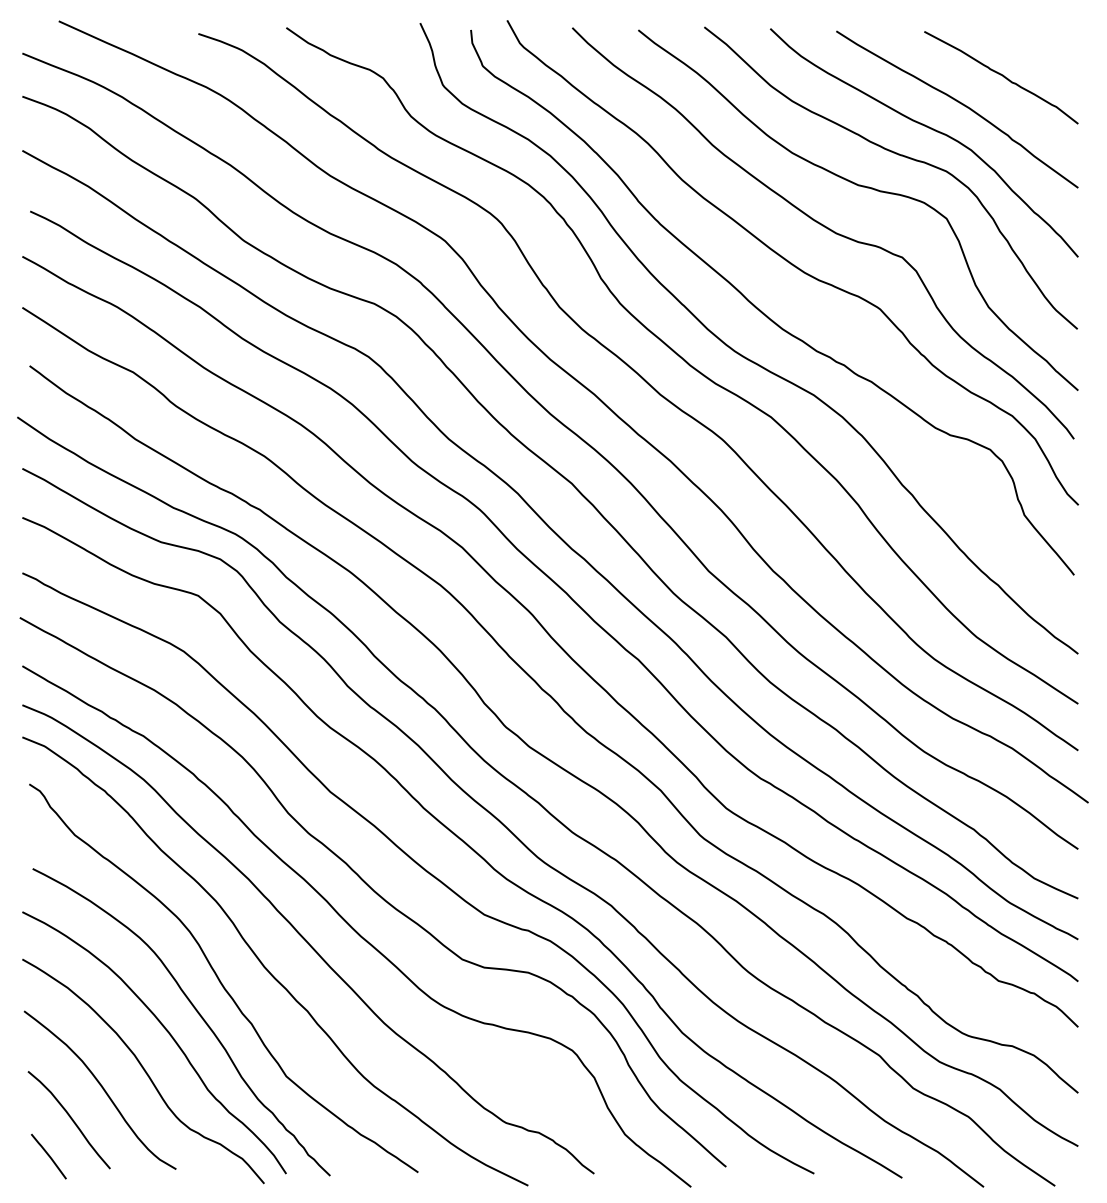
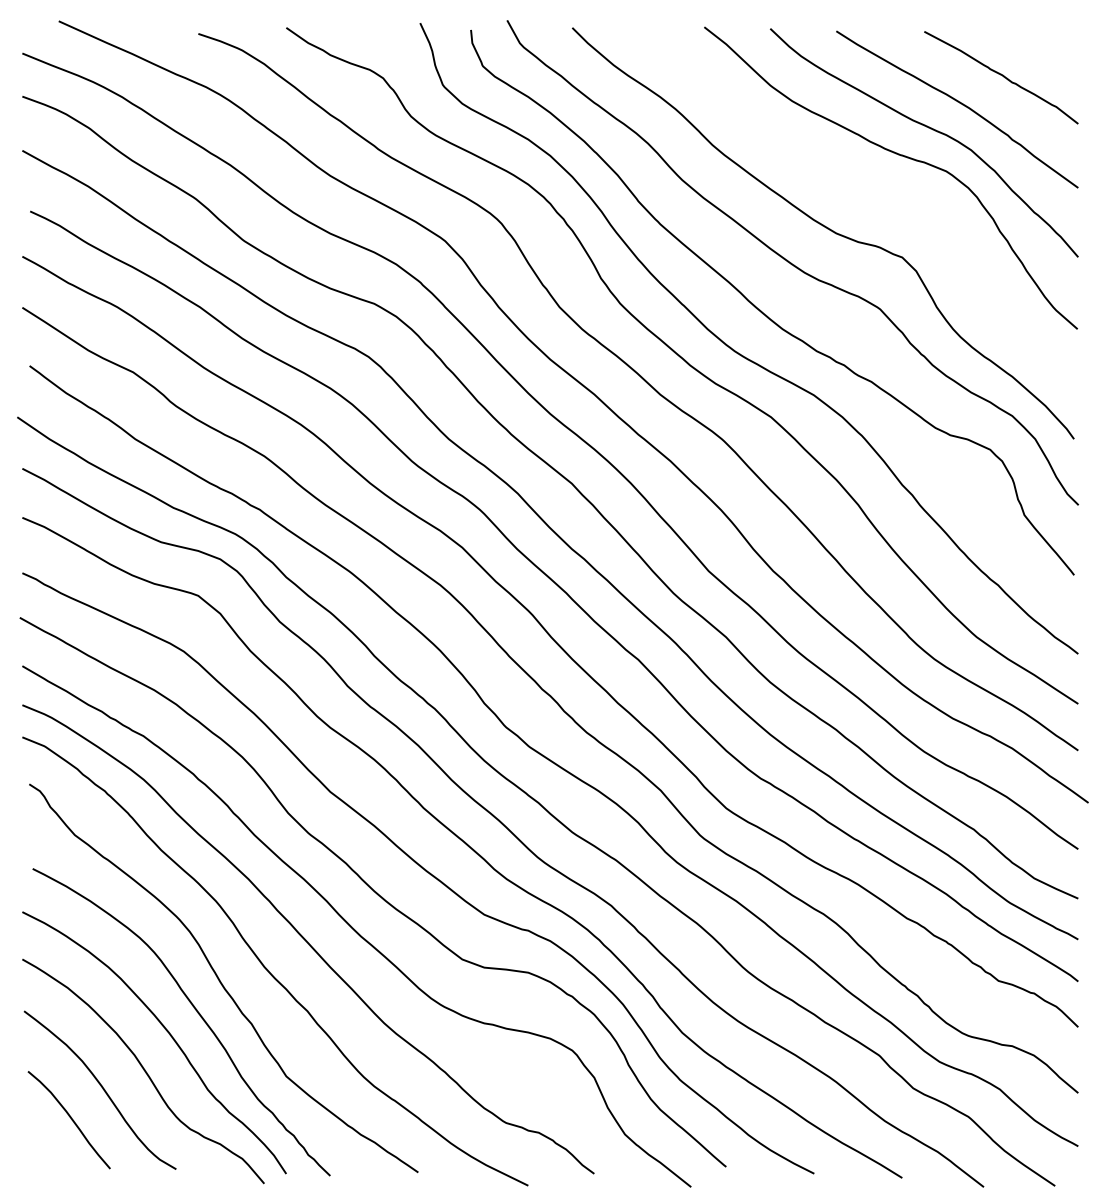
curve at (862, 187): present -> none
line at (48, 1156): present -> none
